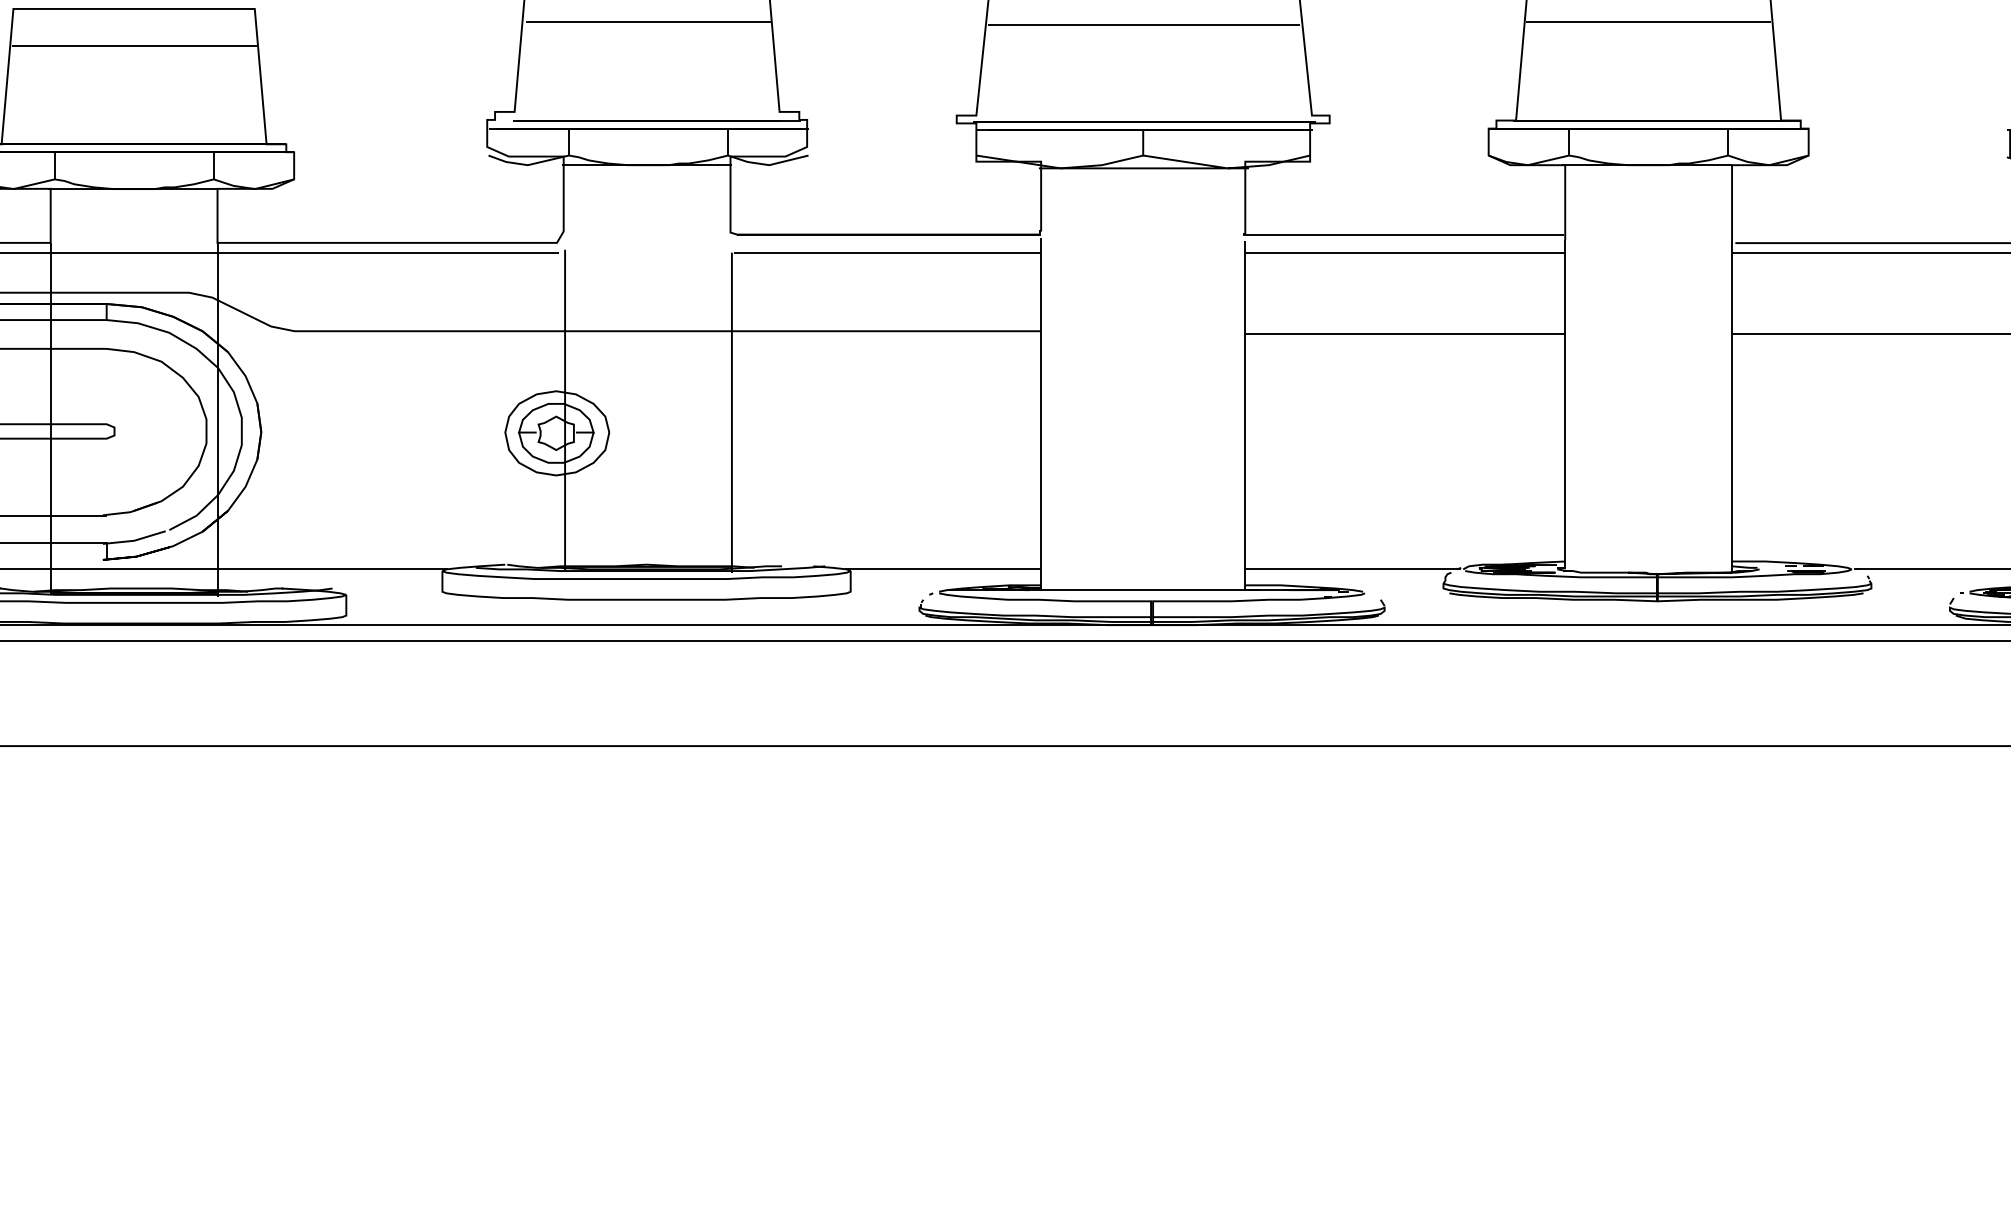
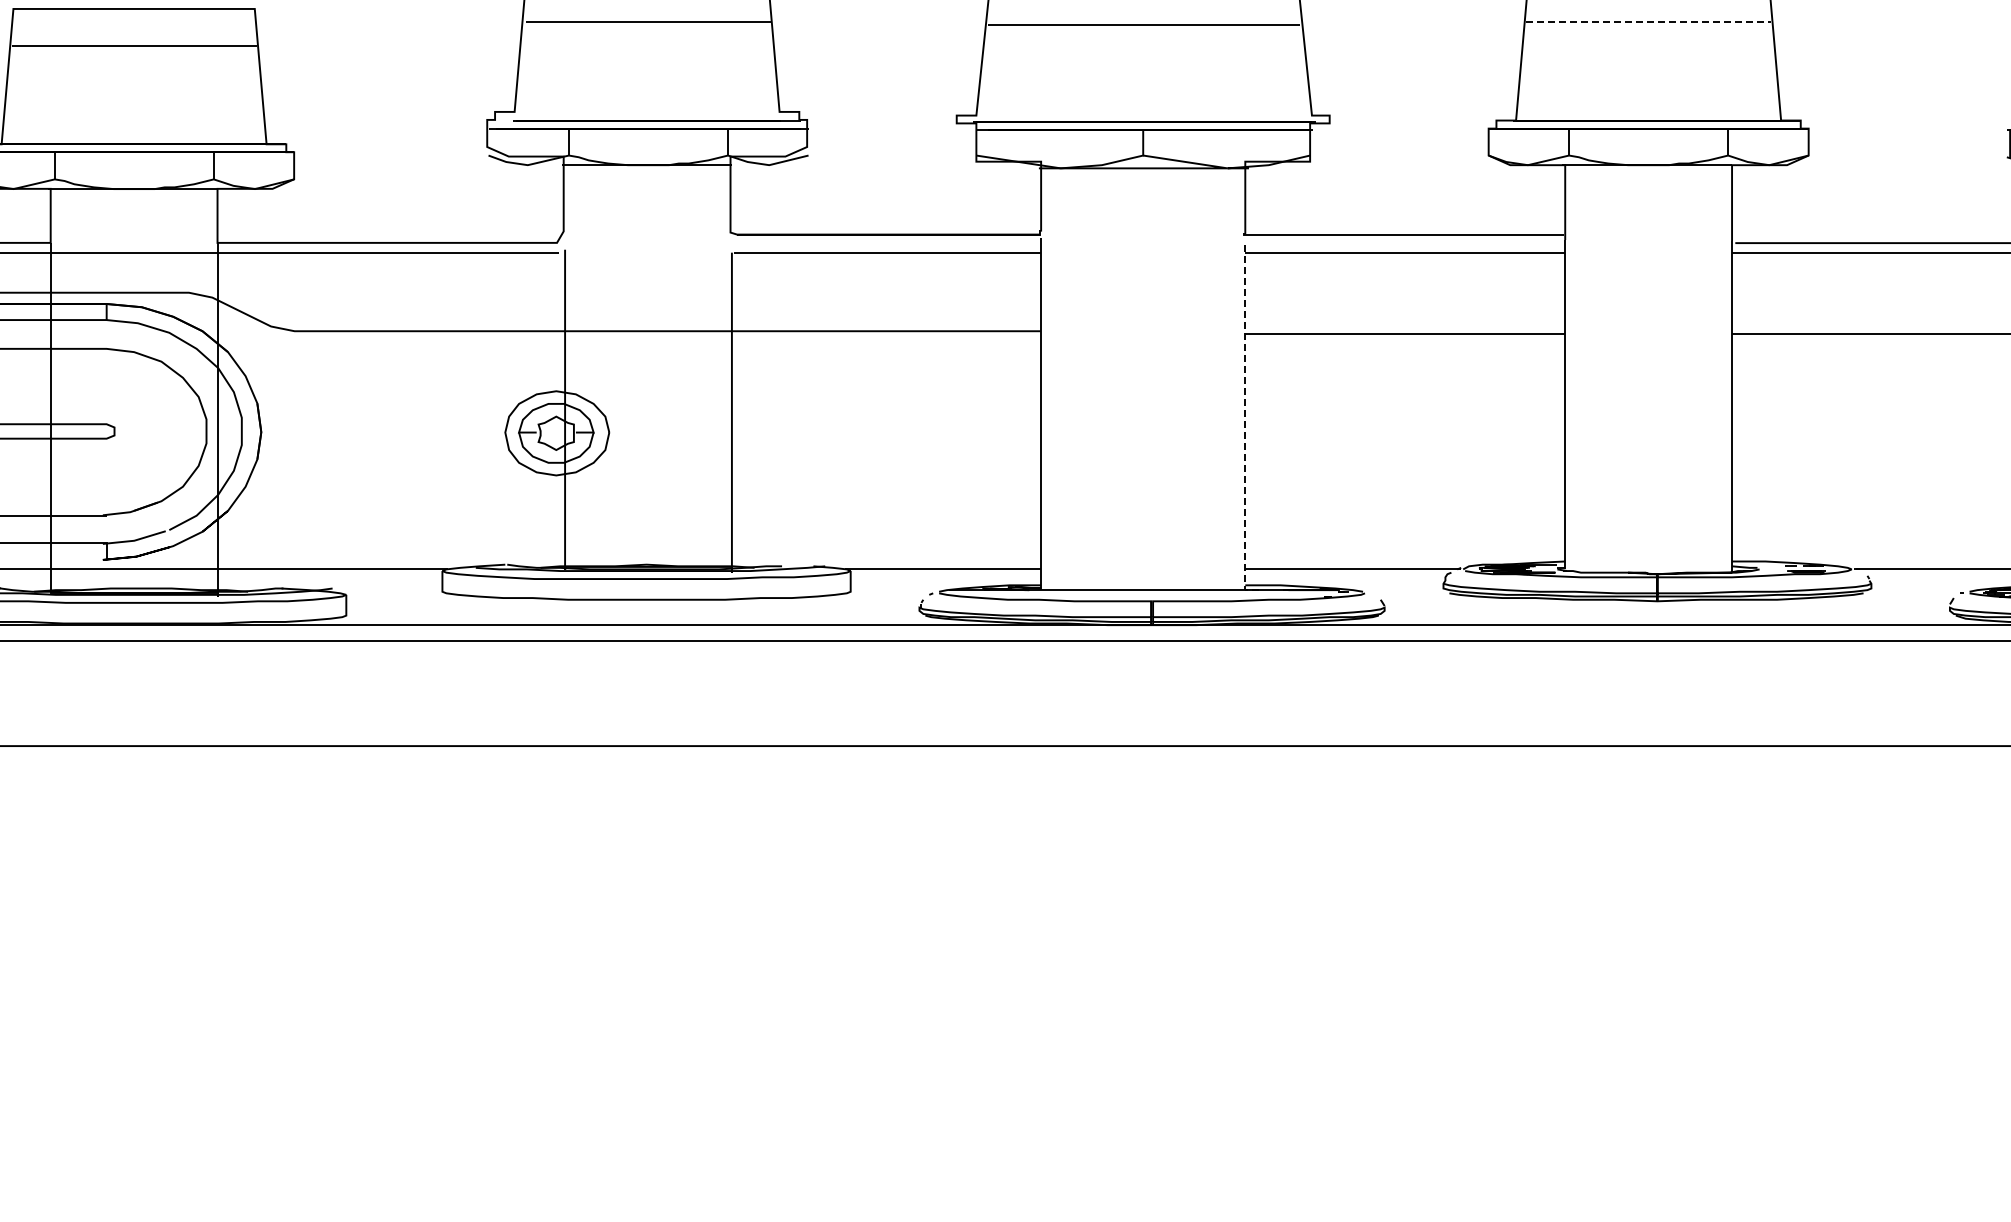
line at (1648, 21): solid -> dashed
line at (1245, 423): solid -> dashed
